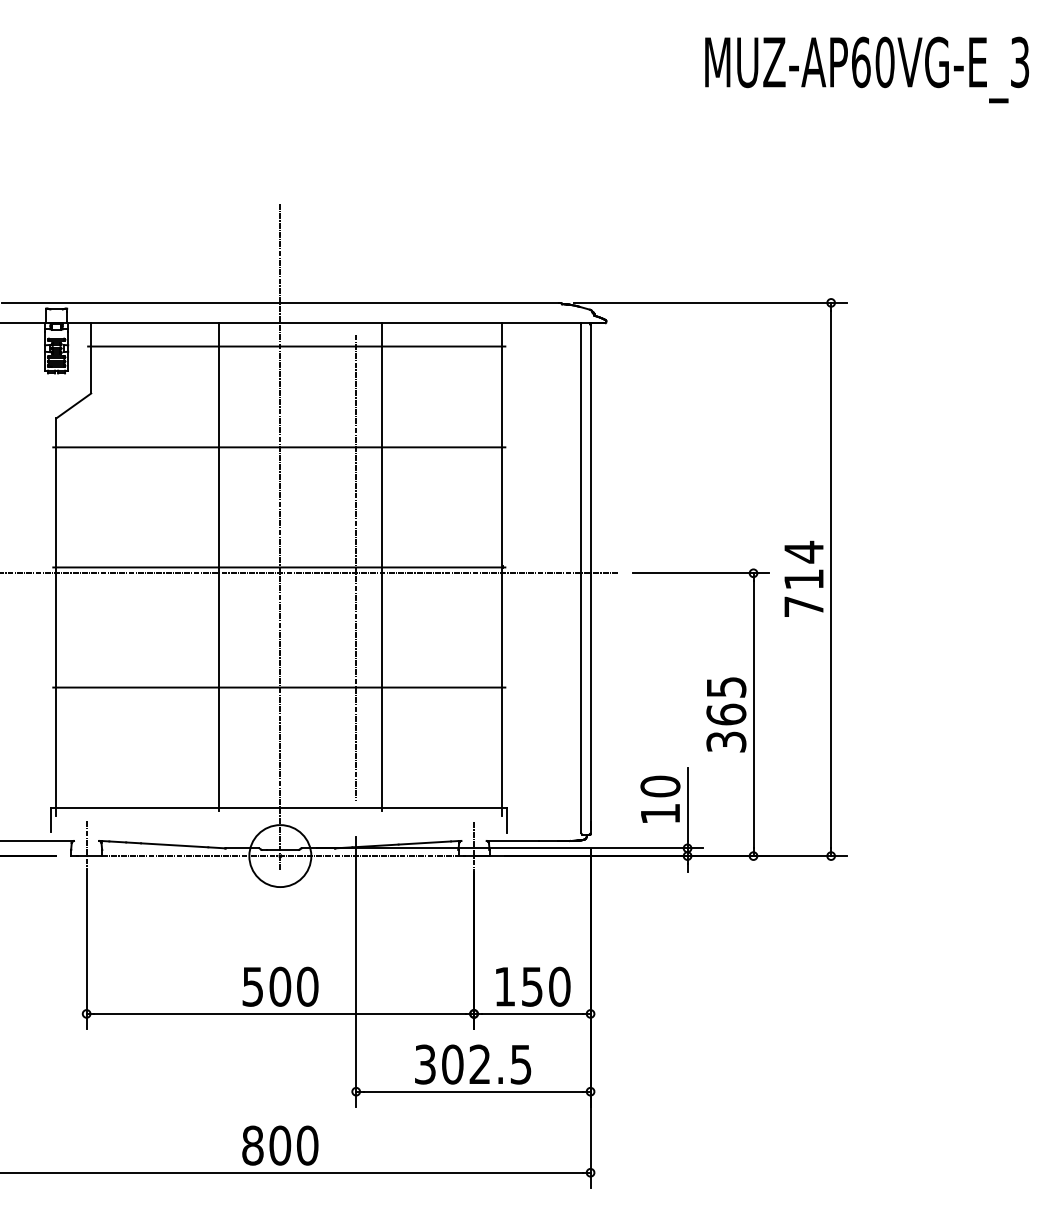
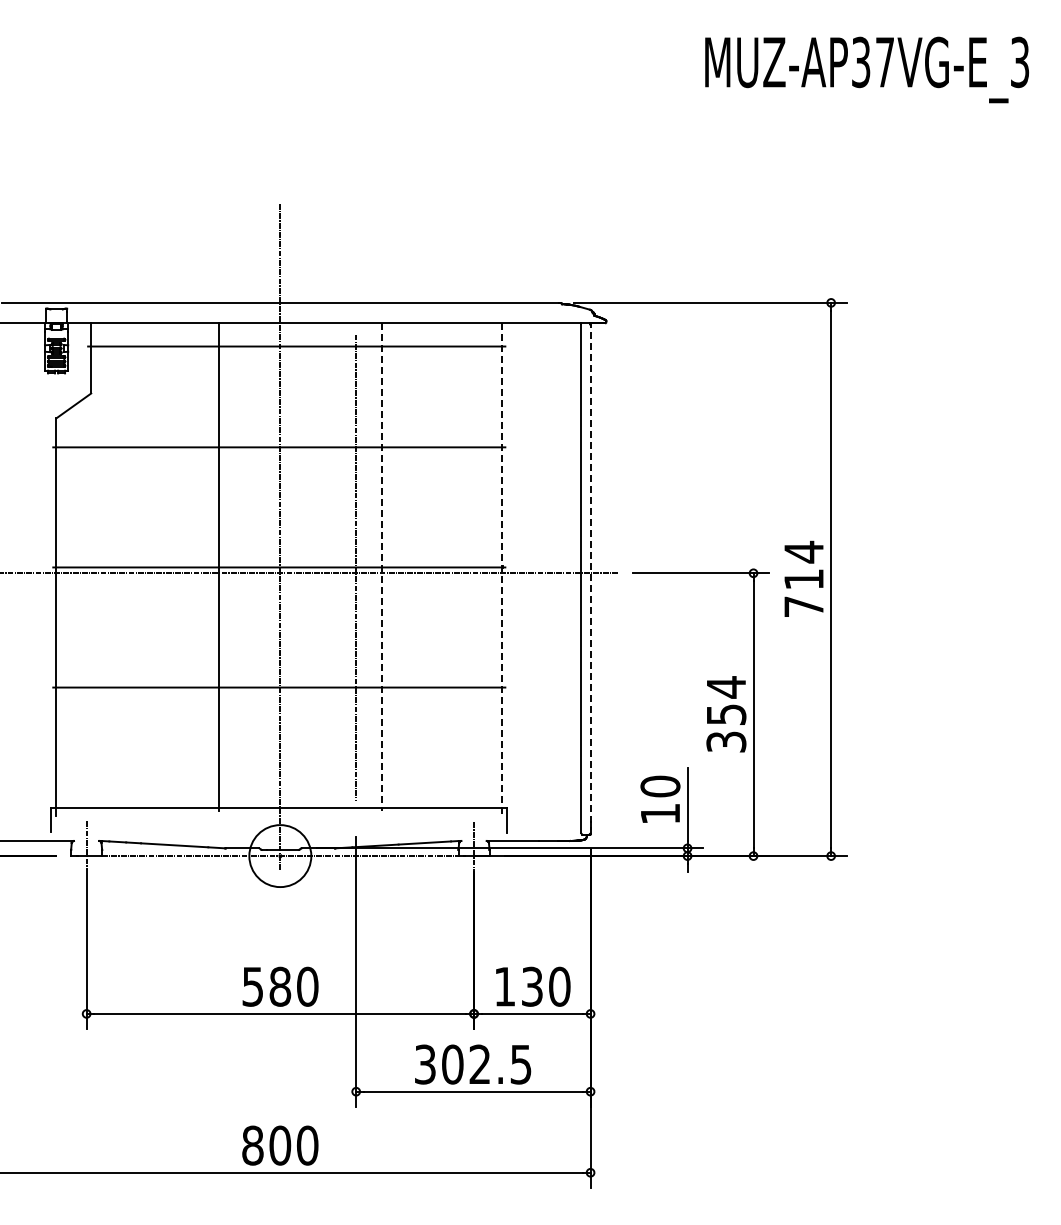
text at (873, 62): MUZ-AP60VG-E_3 -> MUZ-AP37VG-E_3
line at (381, 567): solid -> dashed
line at (502, 570): solid -> dashed
line at (590, 579): solid -> dashed
text at (726, 700): 365 -> 354
text at (280, 986): 500 -> 580
text at (532, 986): 150 -> 130
